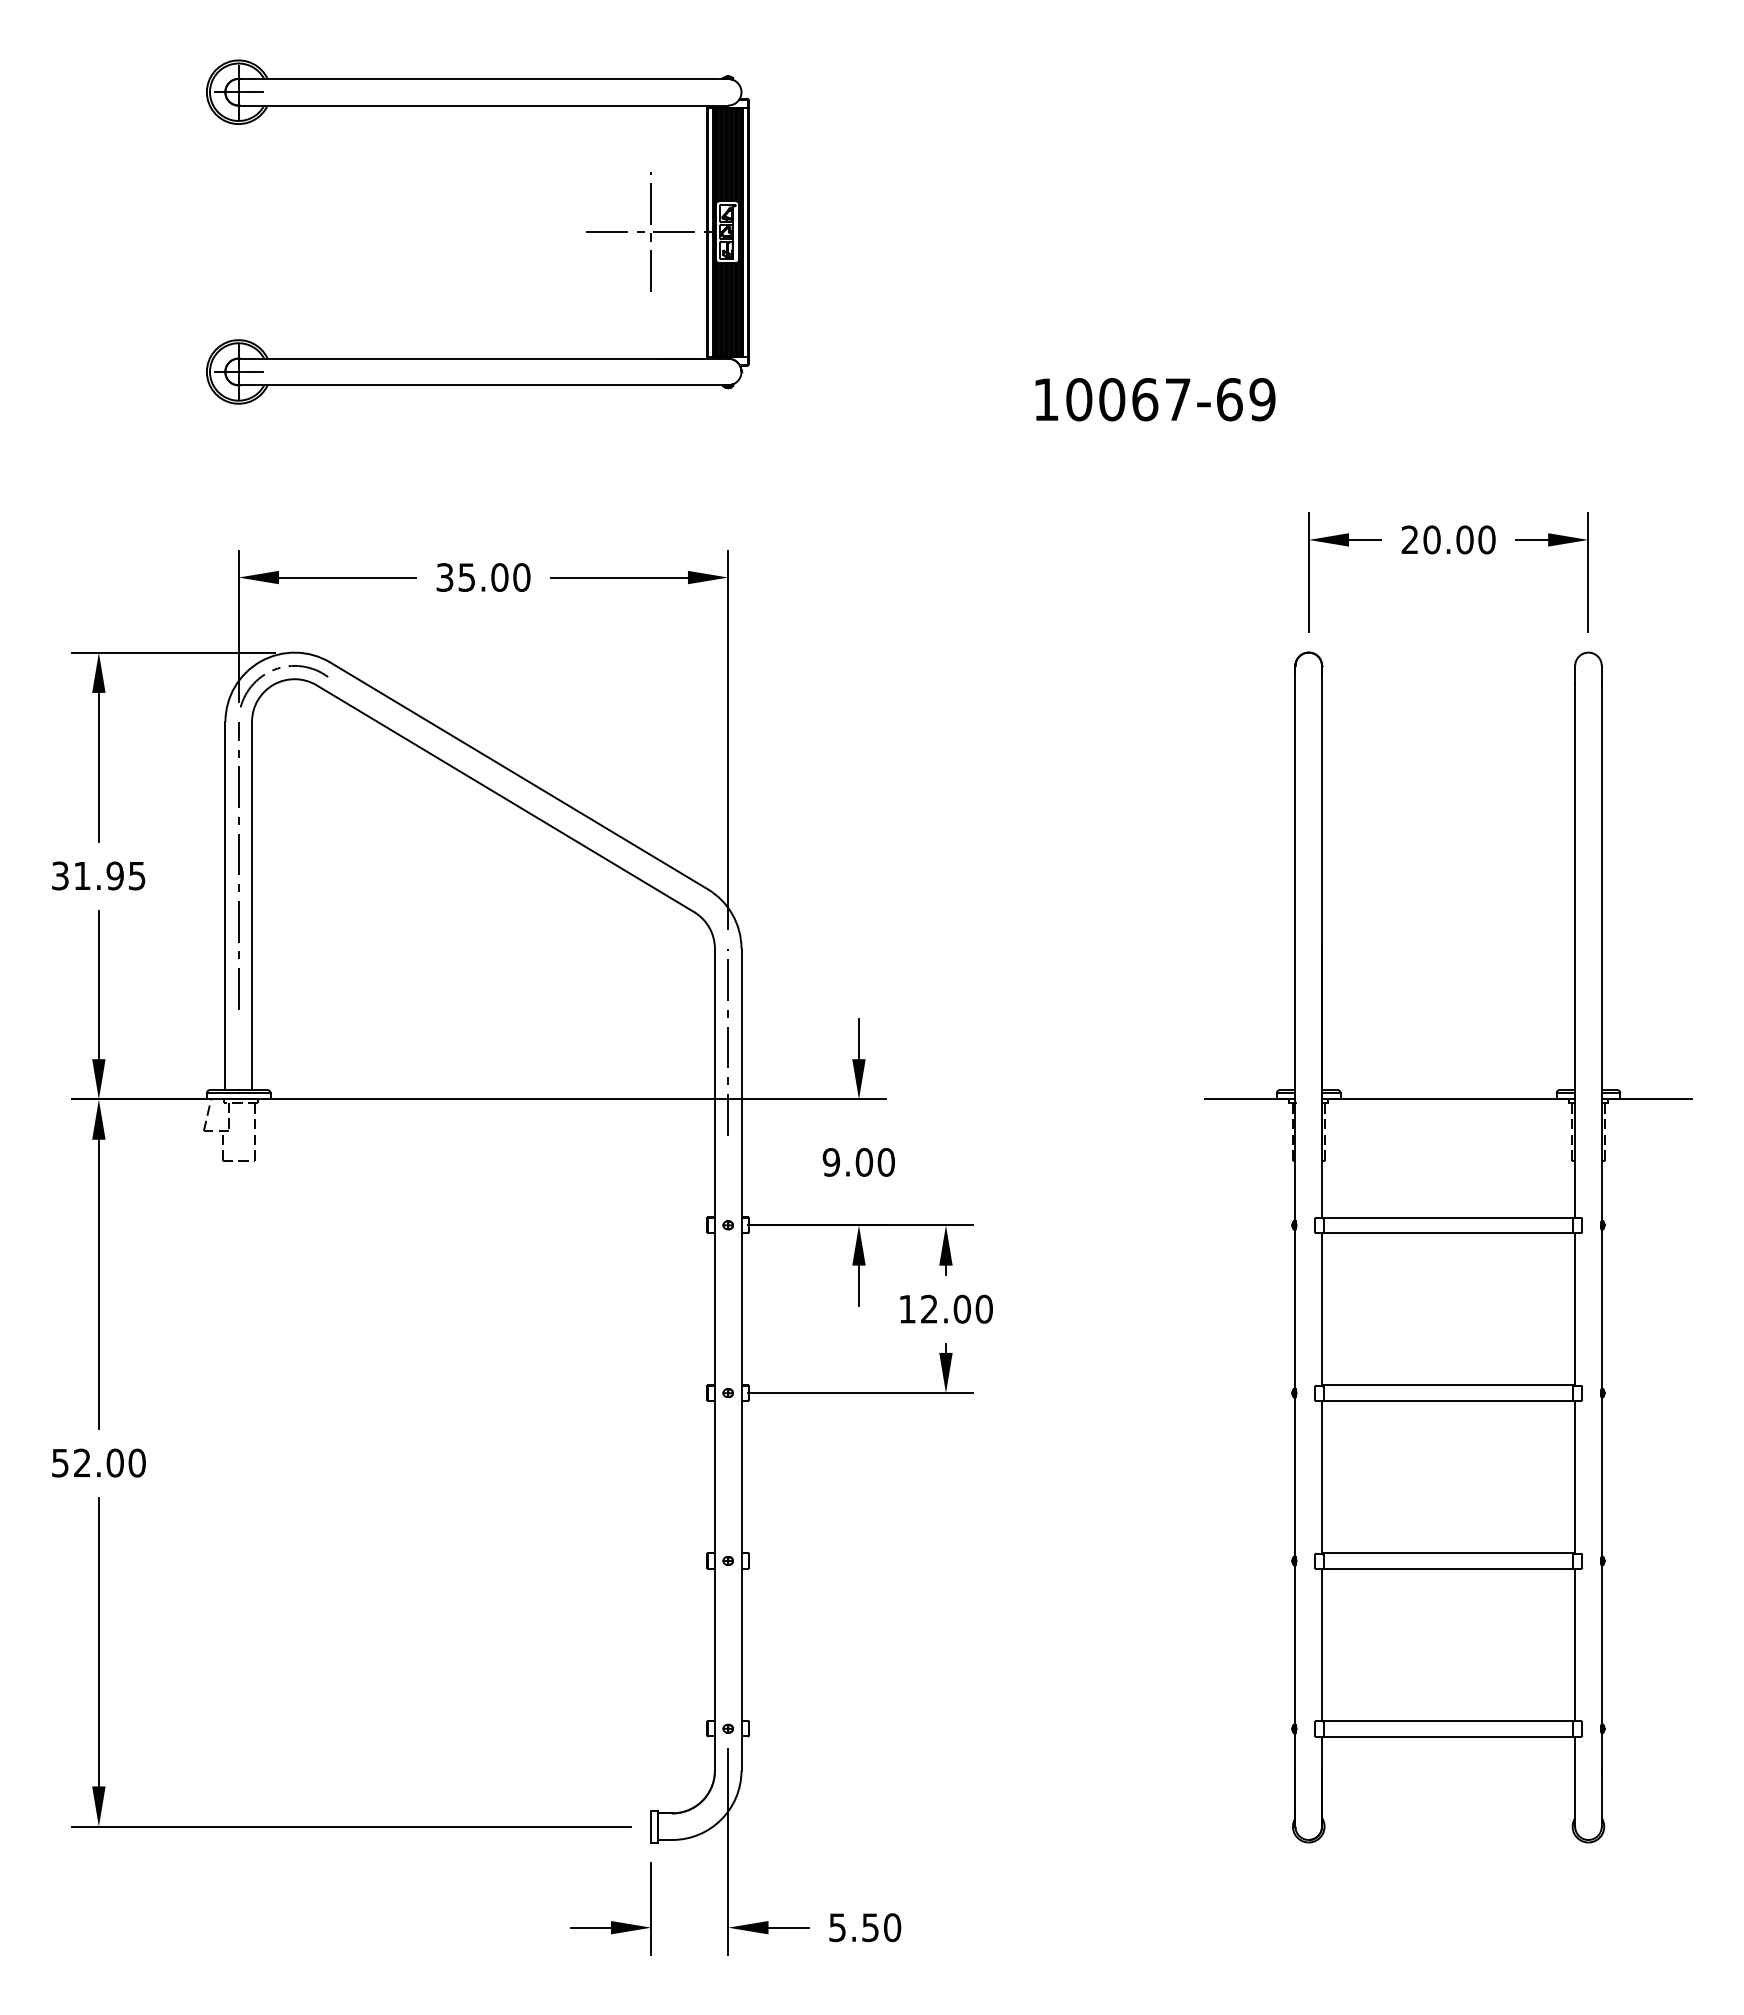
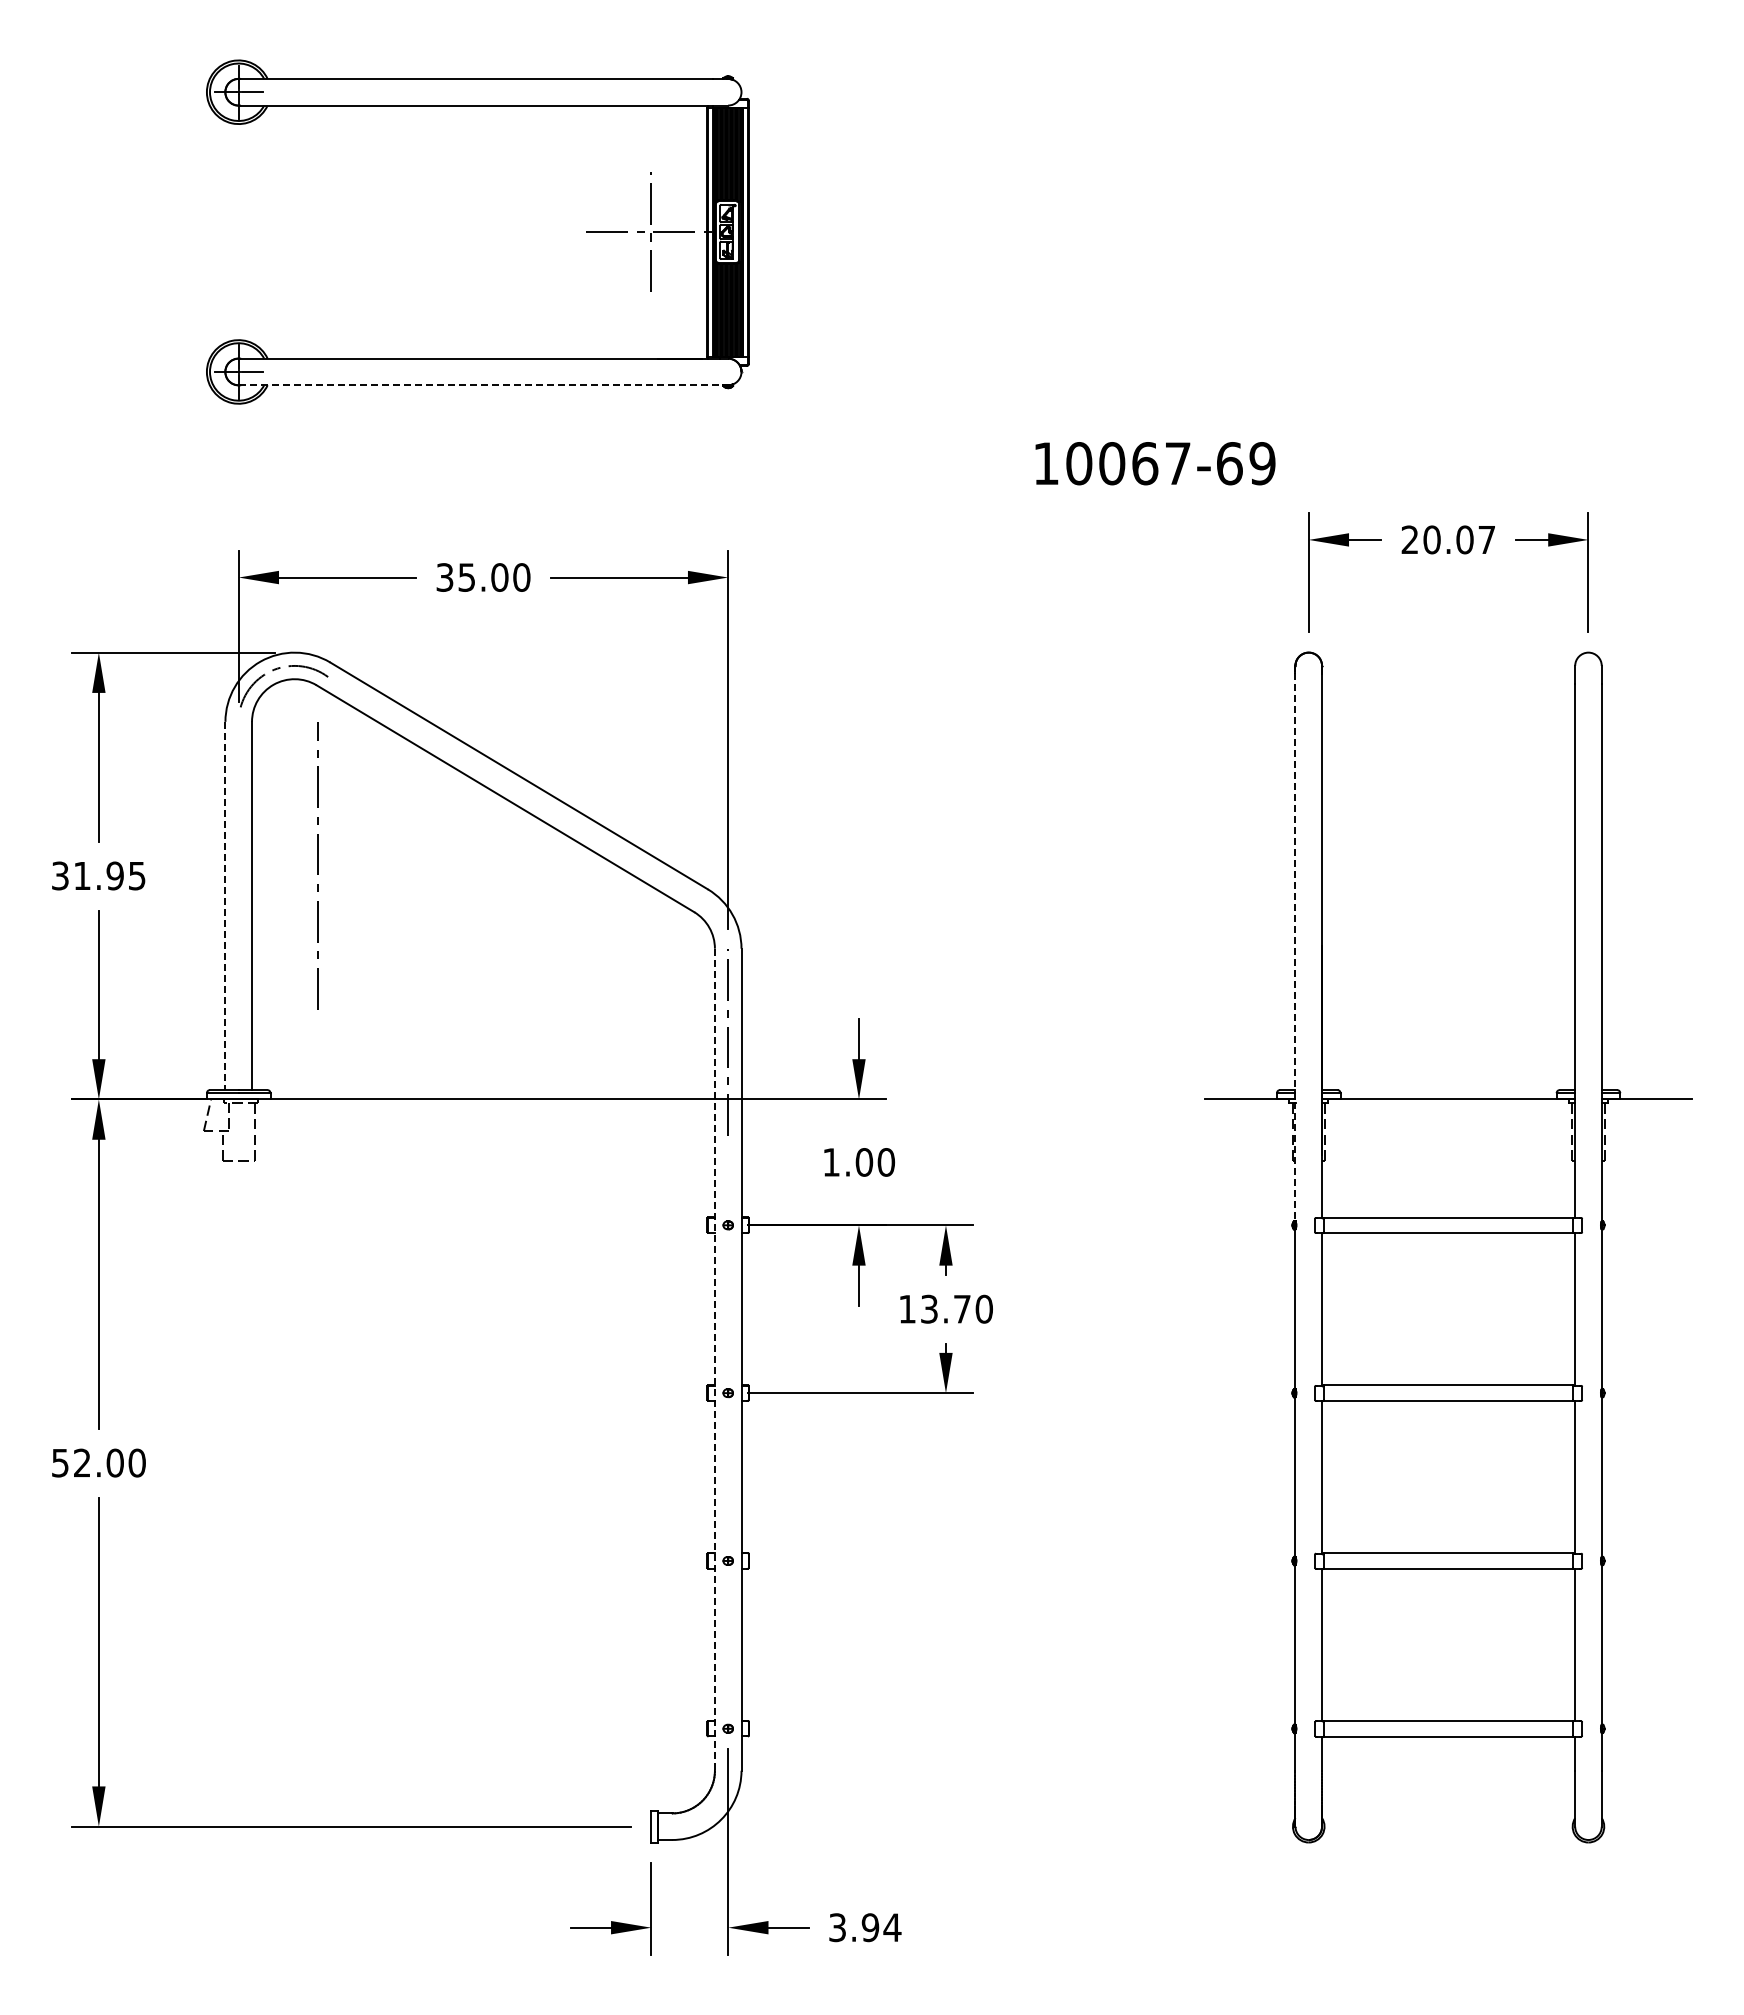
line at (481, 385): solid -> dashed
text at (1155, 399) position: (1155, 399) -> (1155, 463)
text at (1486, 539): 20.00 -> 20.07
line at (238, 865) position: (238, 865) -> (317, 865)
line at (225, 906): solid -> dashed
line at (1295, 947): solid -> dashed
text at (831, 1162): 9.00 -> 1.00
text at (946, 1308): 12.00 -> 13.70
line at (714, 1360): solid -> dashed
text at (865, 1927): 5.50 -> 3.94
